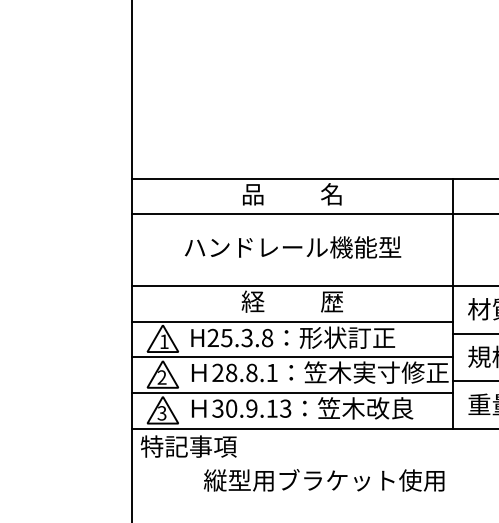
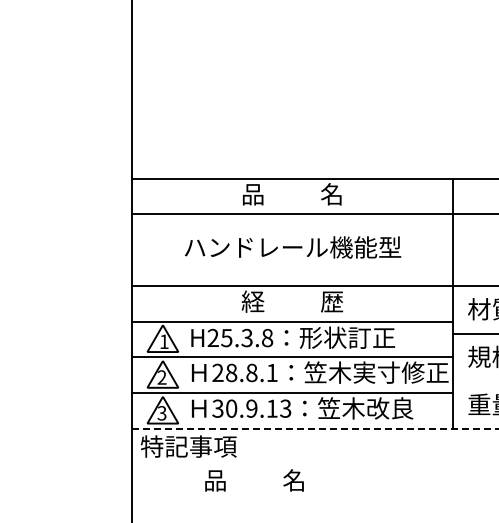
line at (473, 381): present -> none
line at (315, 428): solid -> dashed
text at (323, 480): 縦型用ブラケット使用 -> 品          名
